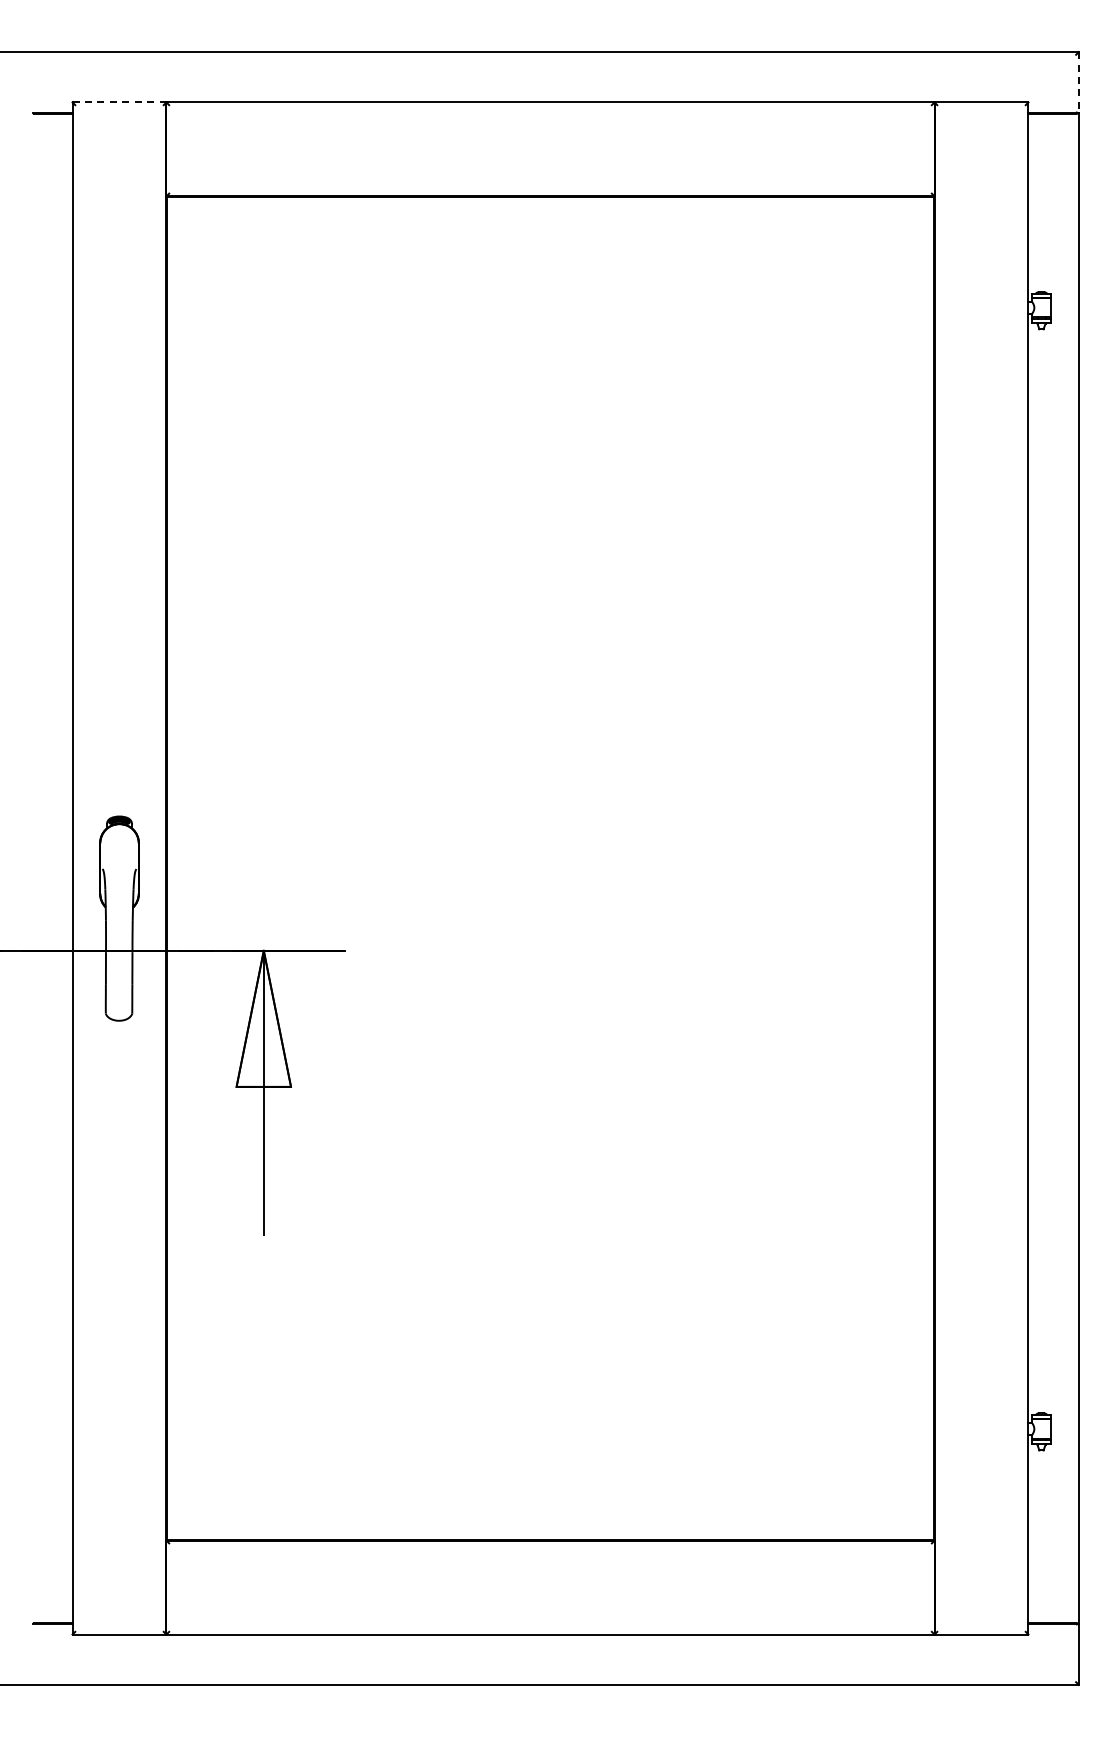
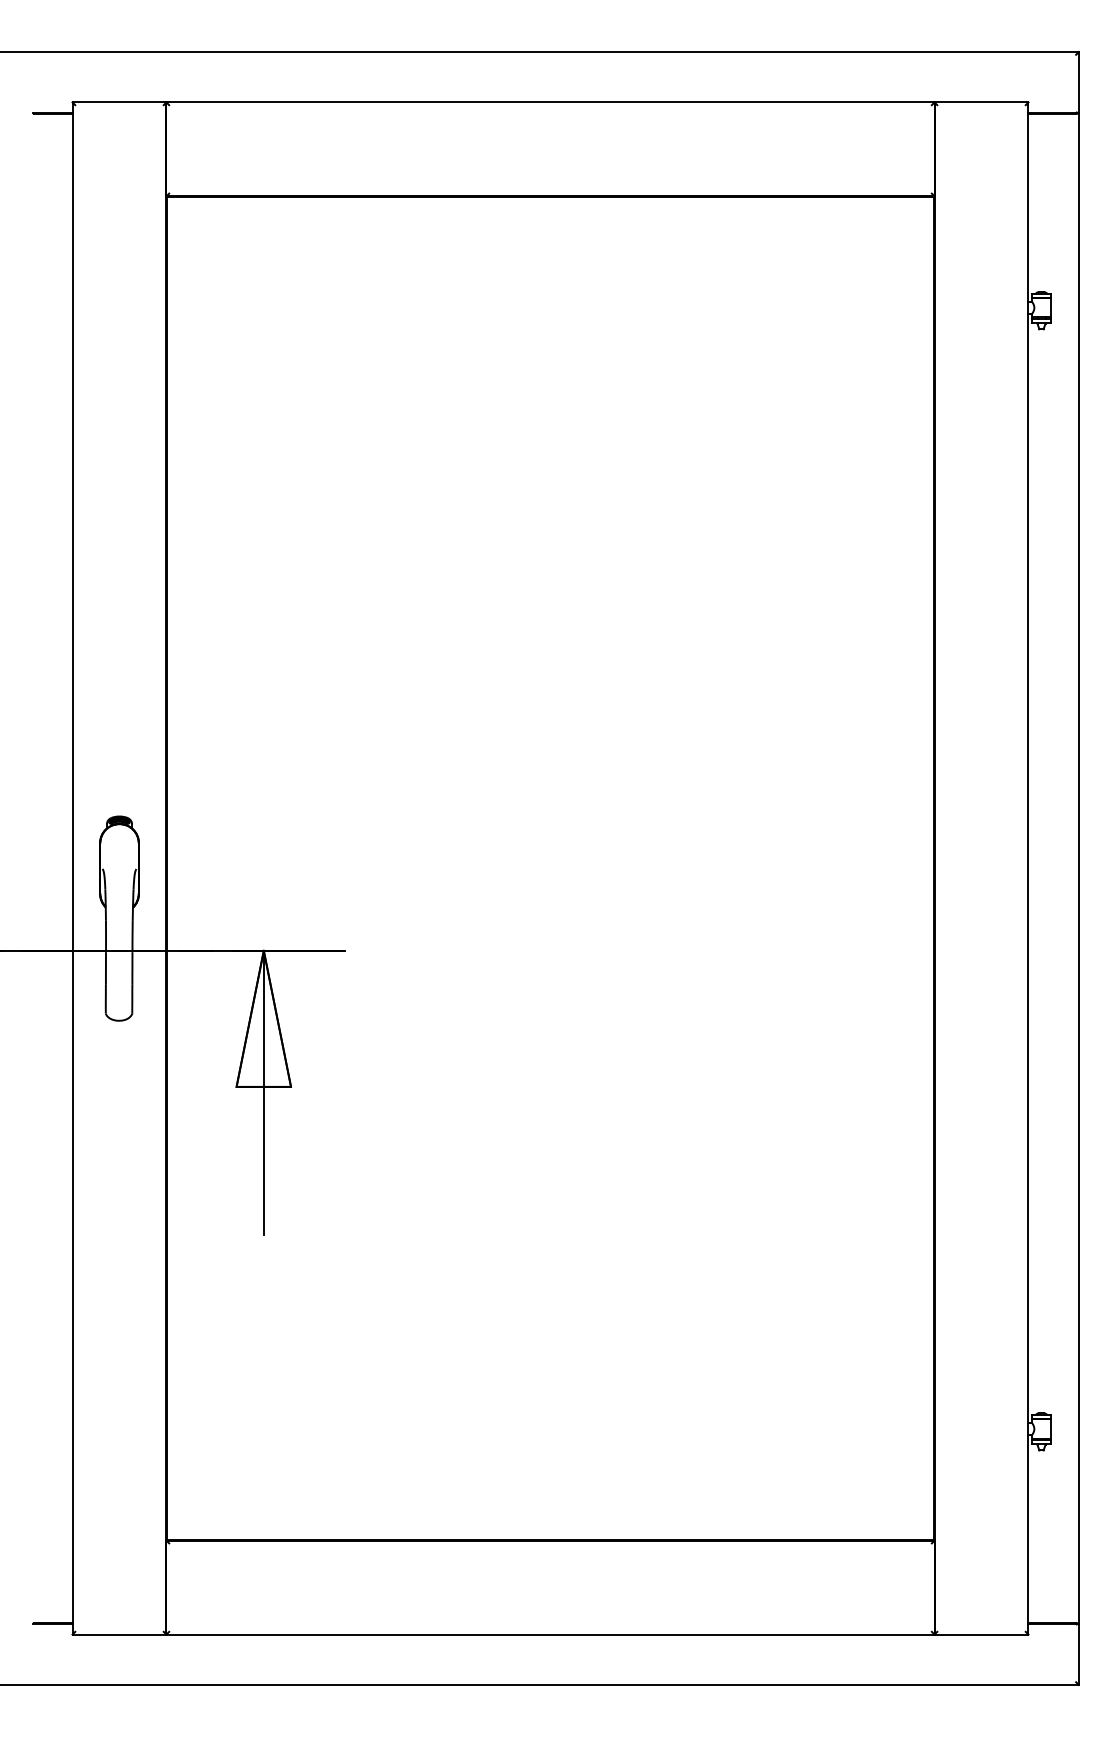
line at (1078, 82): dashed -> solid
line at (119, 102): dashed -> solid
